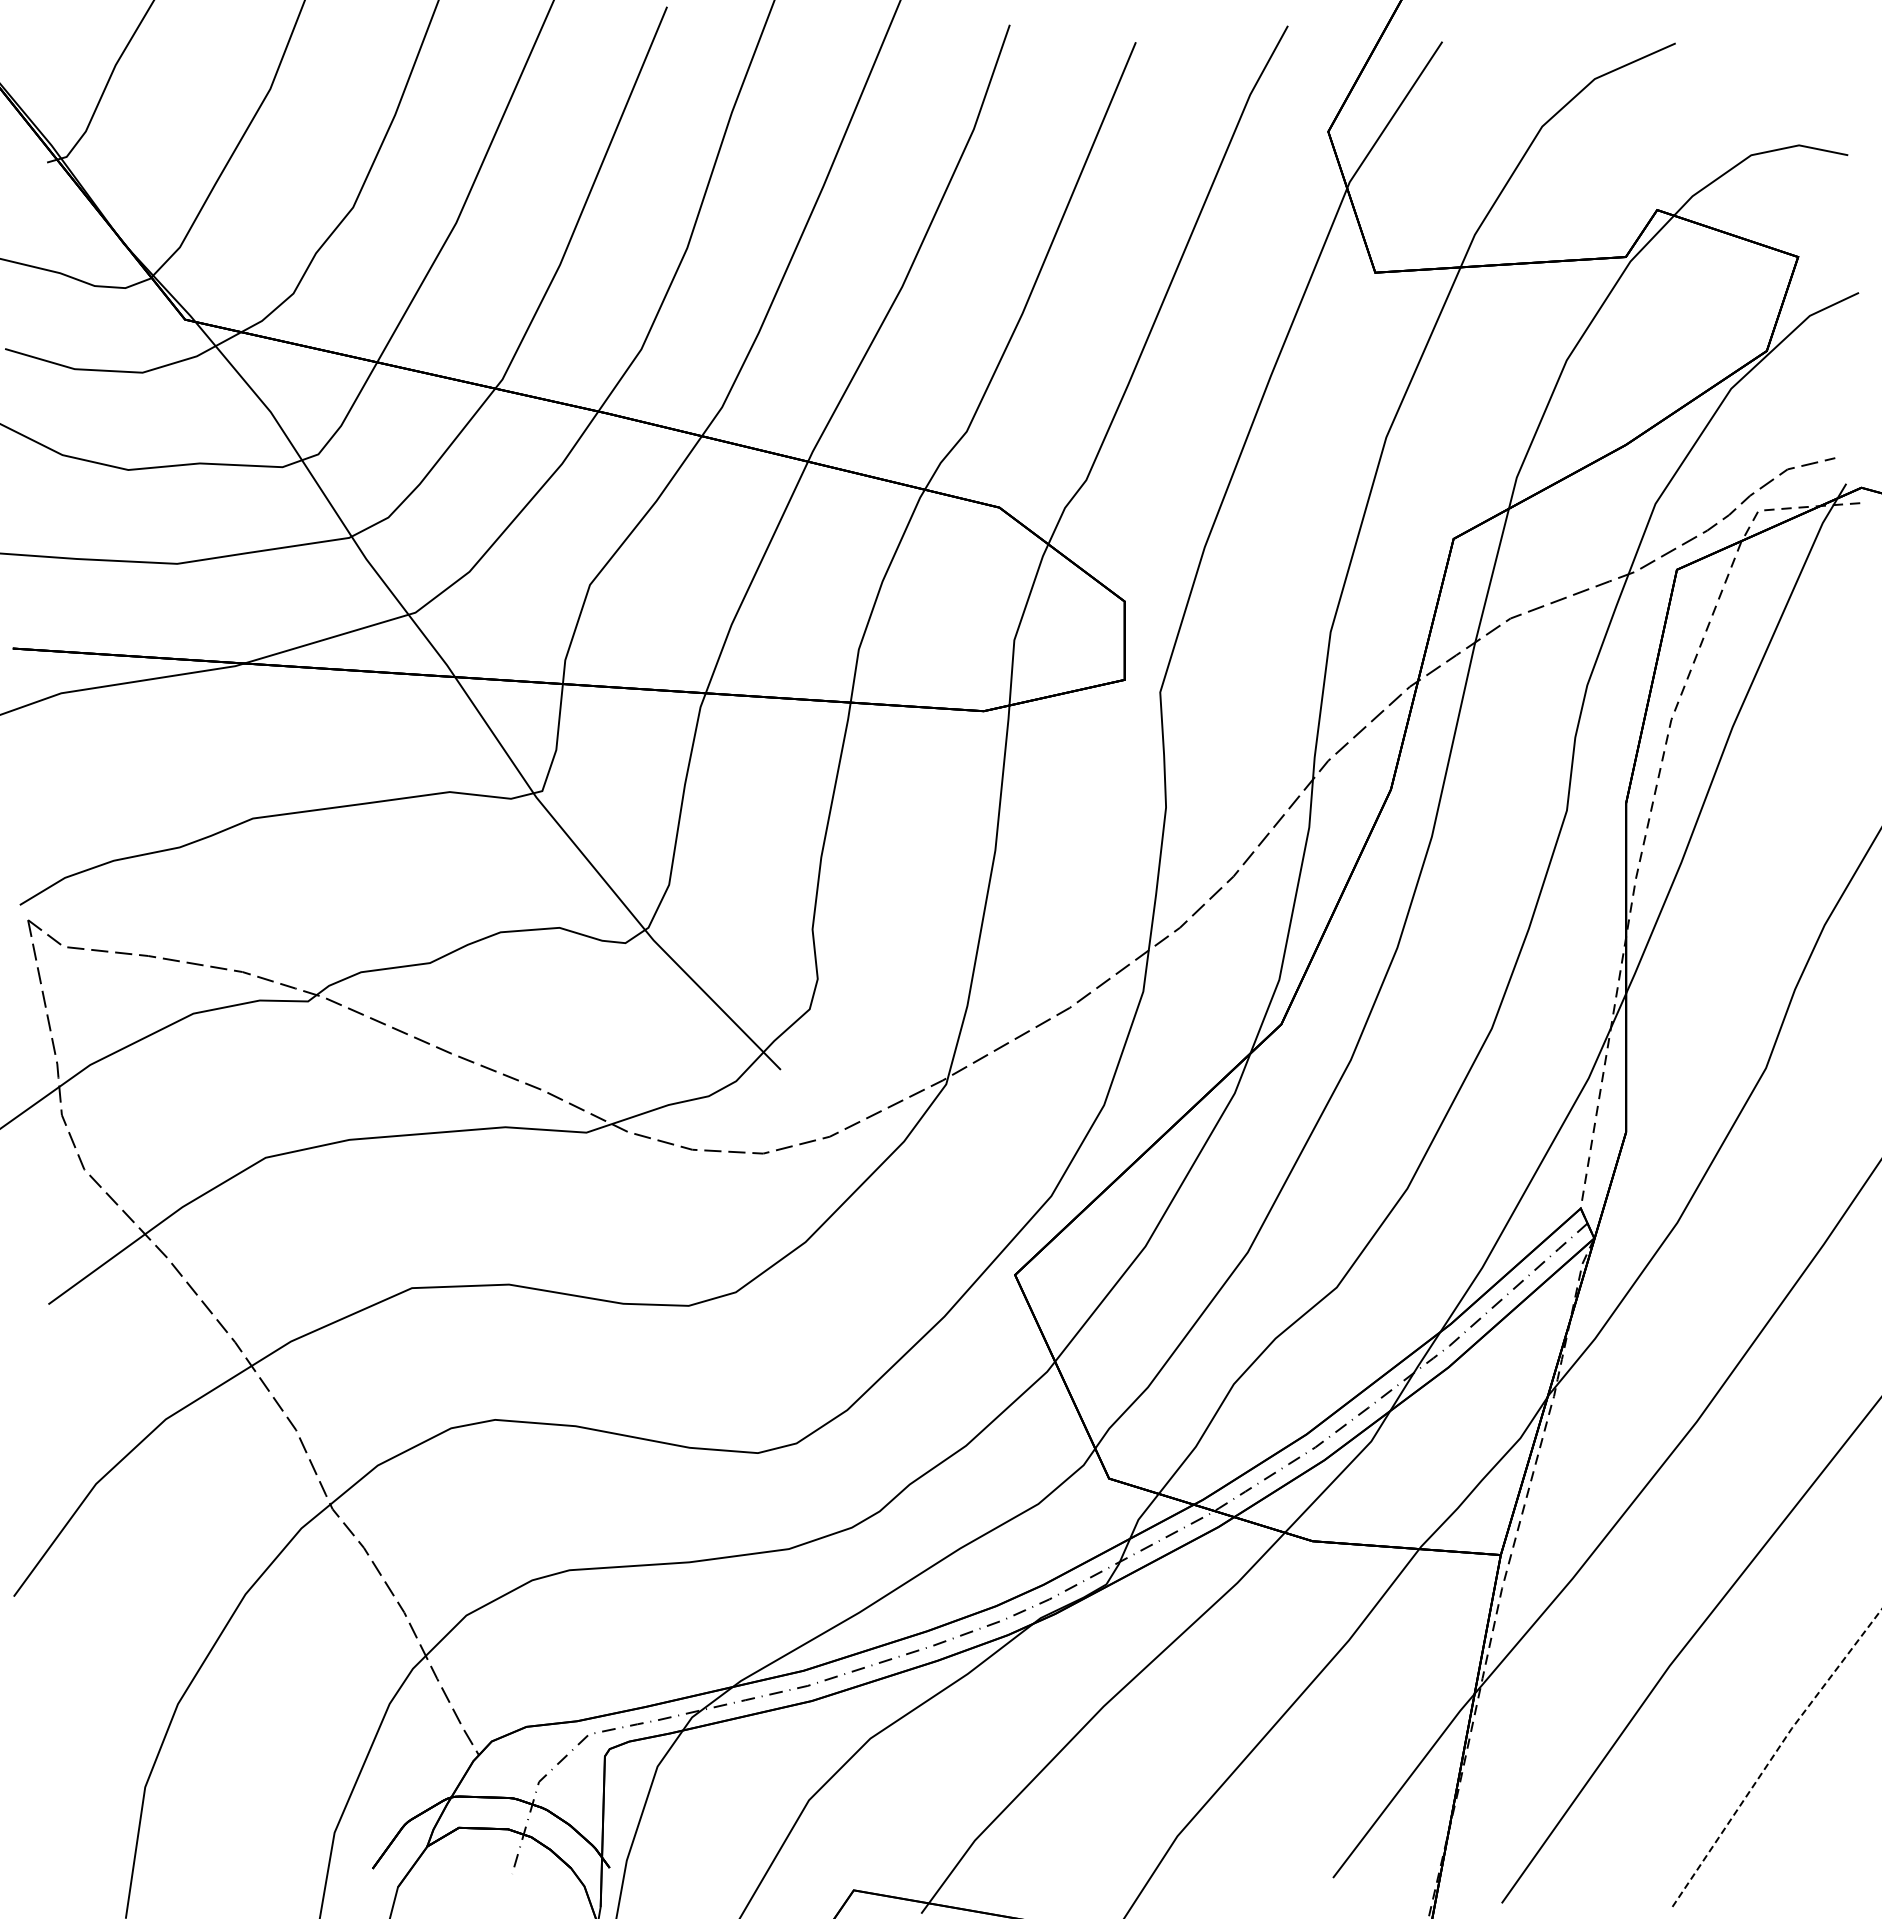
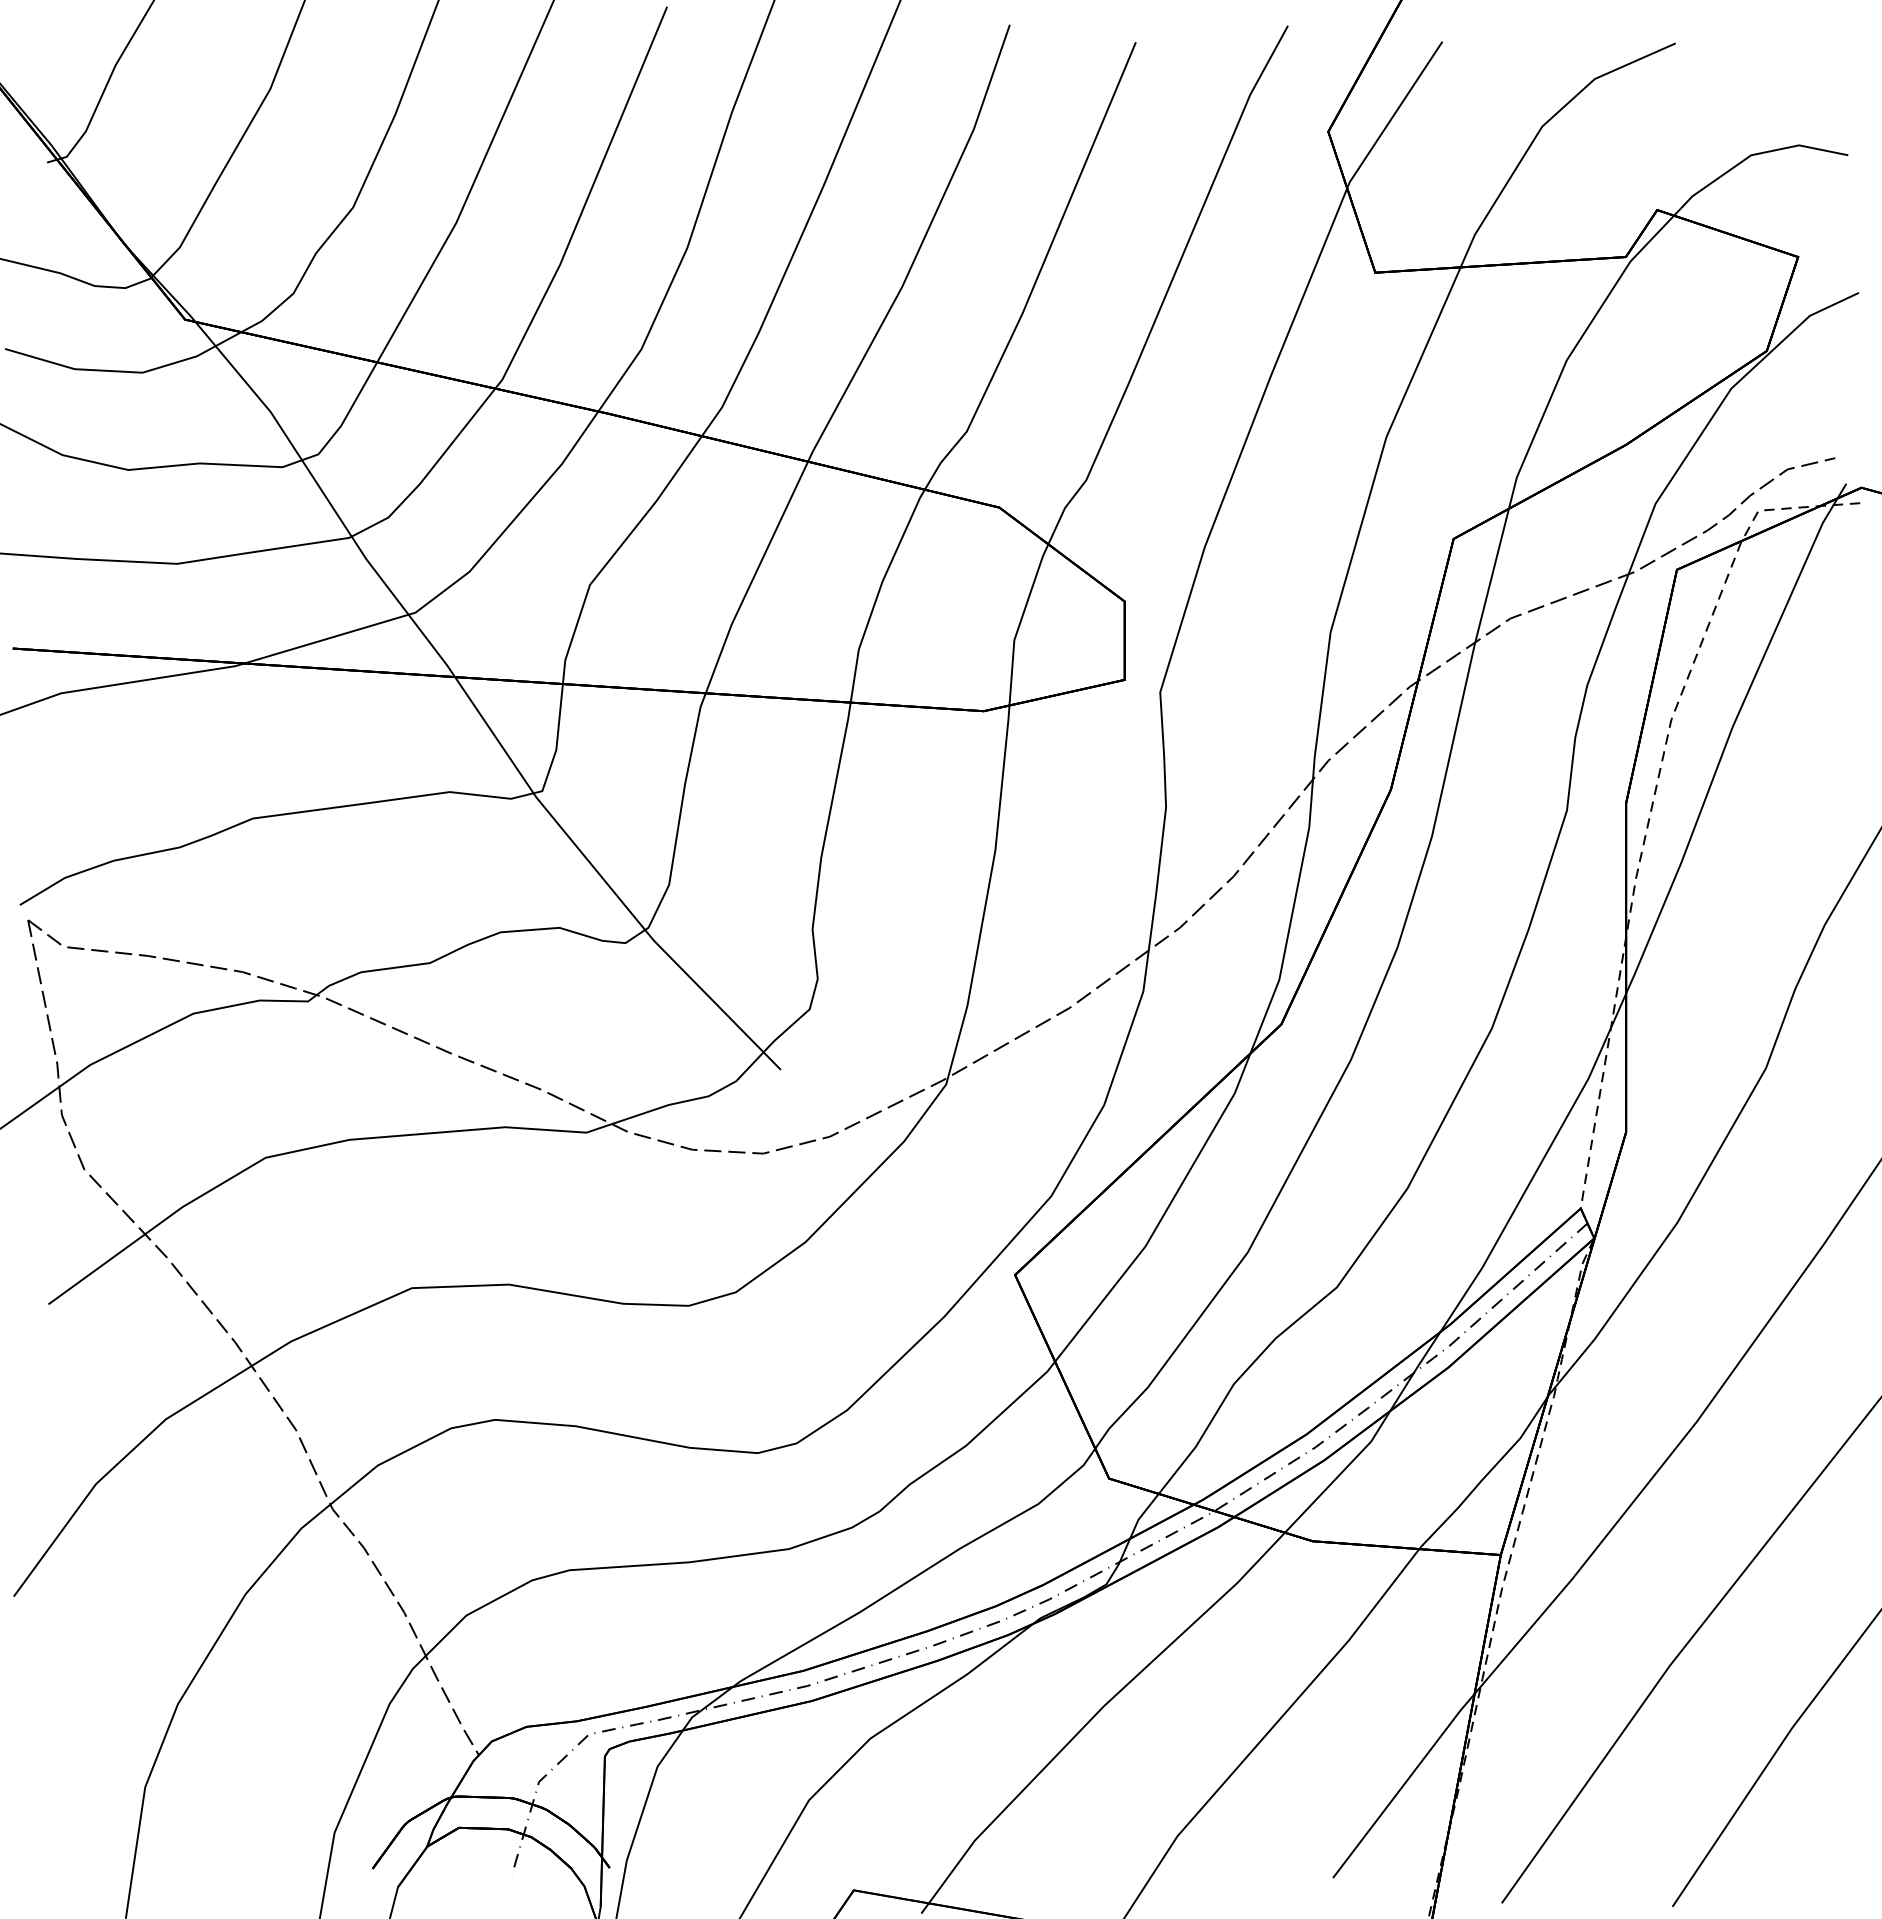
line at (1774, 1755): dashed -> solid
